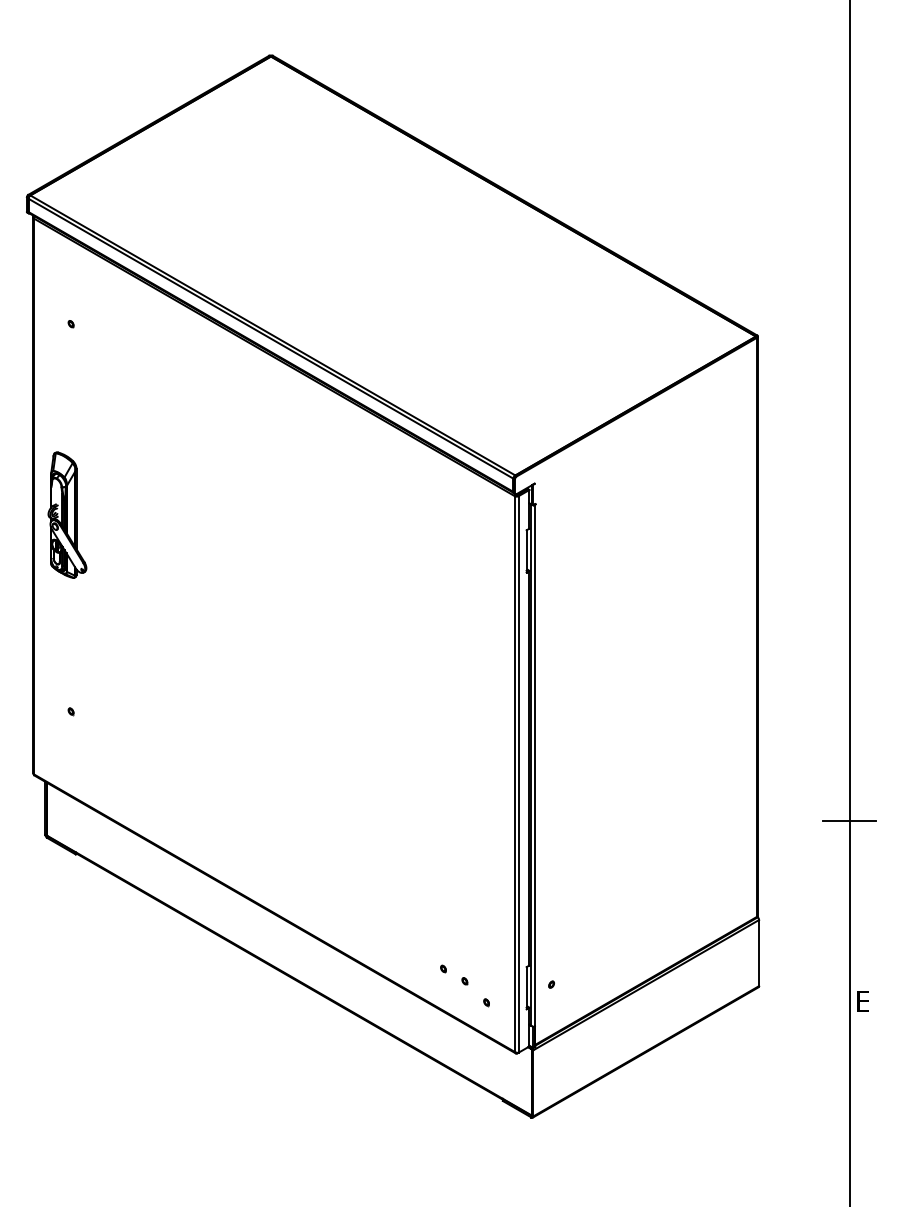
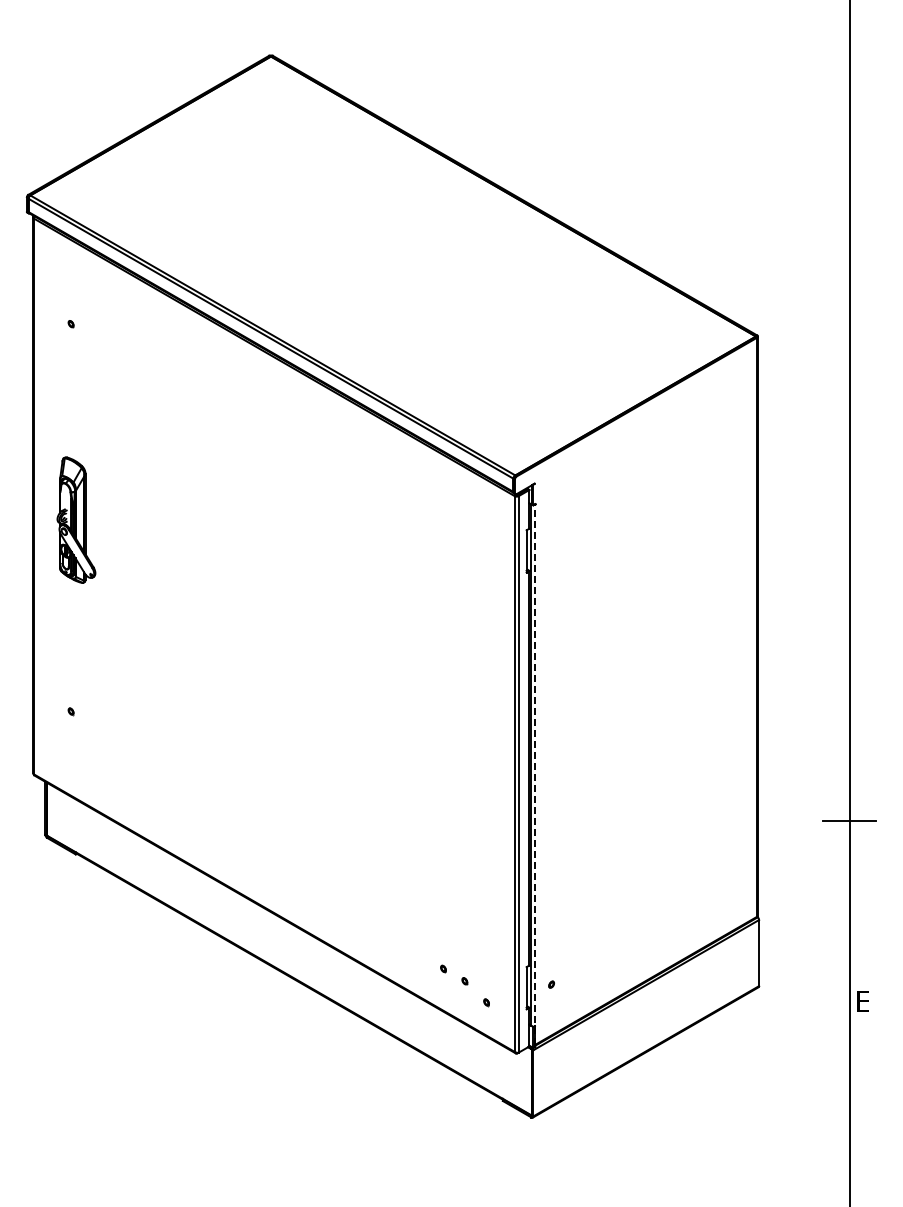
part at (67, 514) position: (67, 514) -> (76, 519)
line at (535, 774): solid -> dashed
